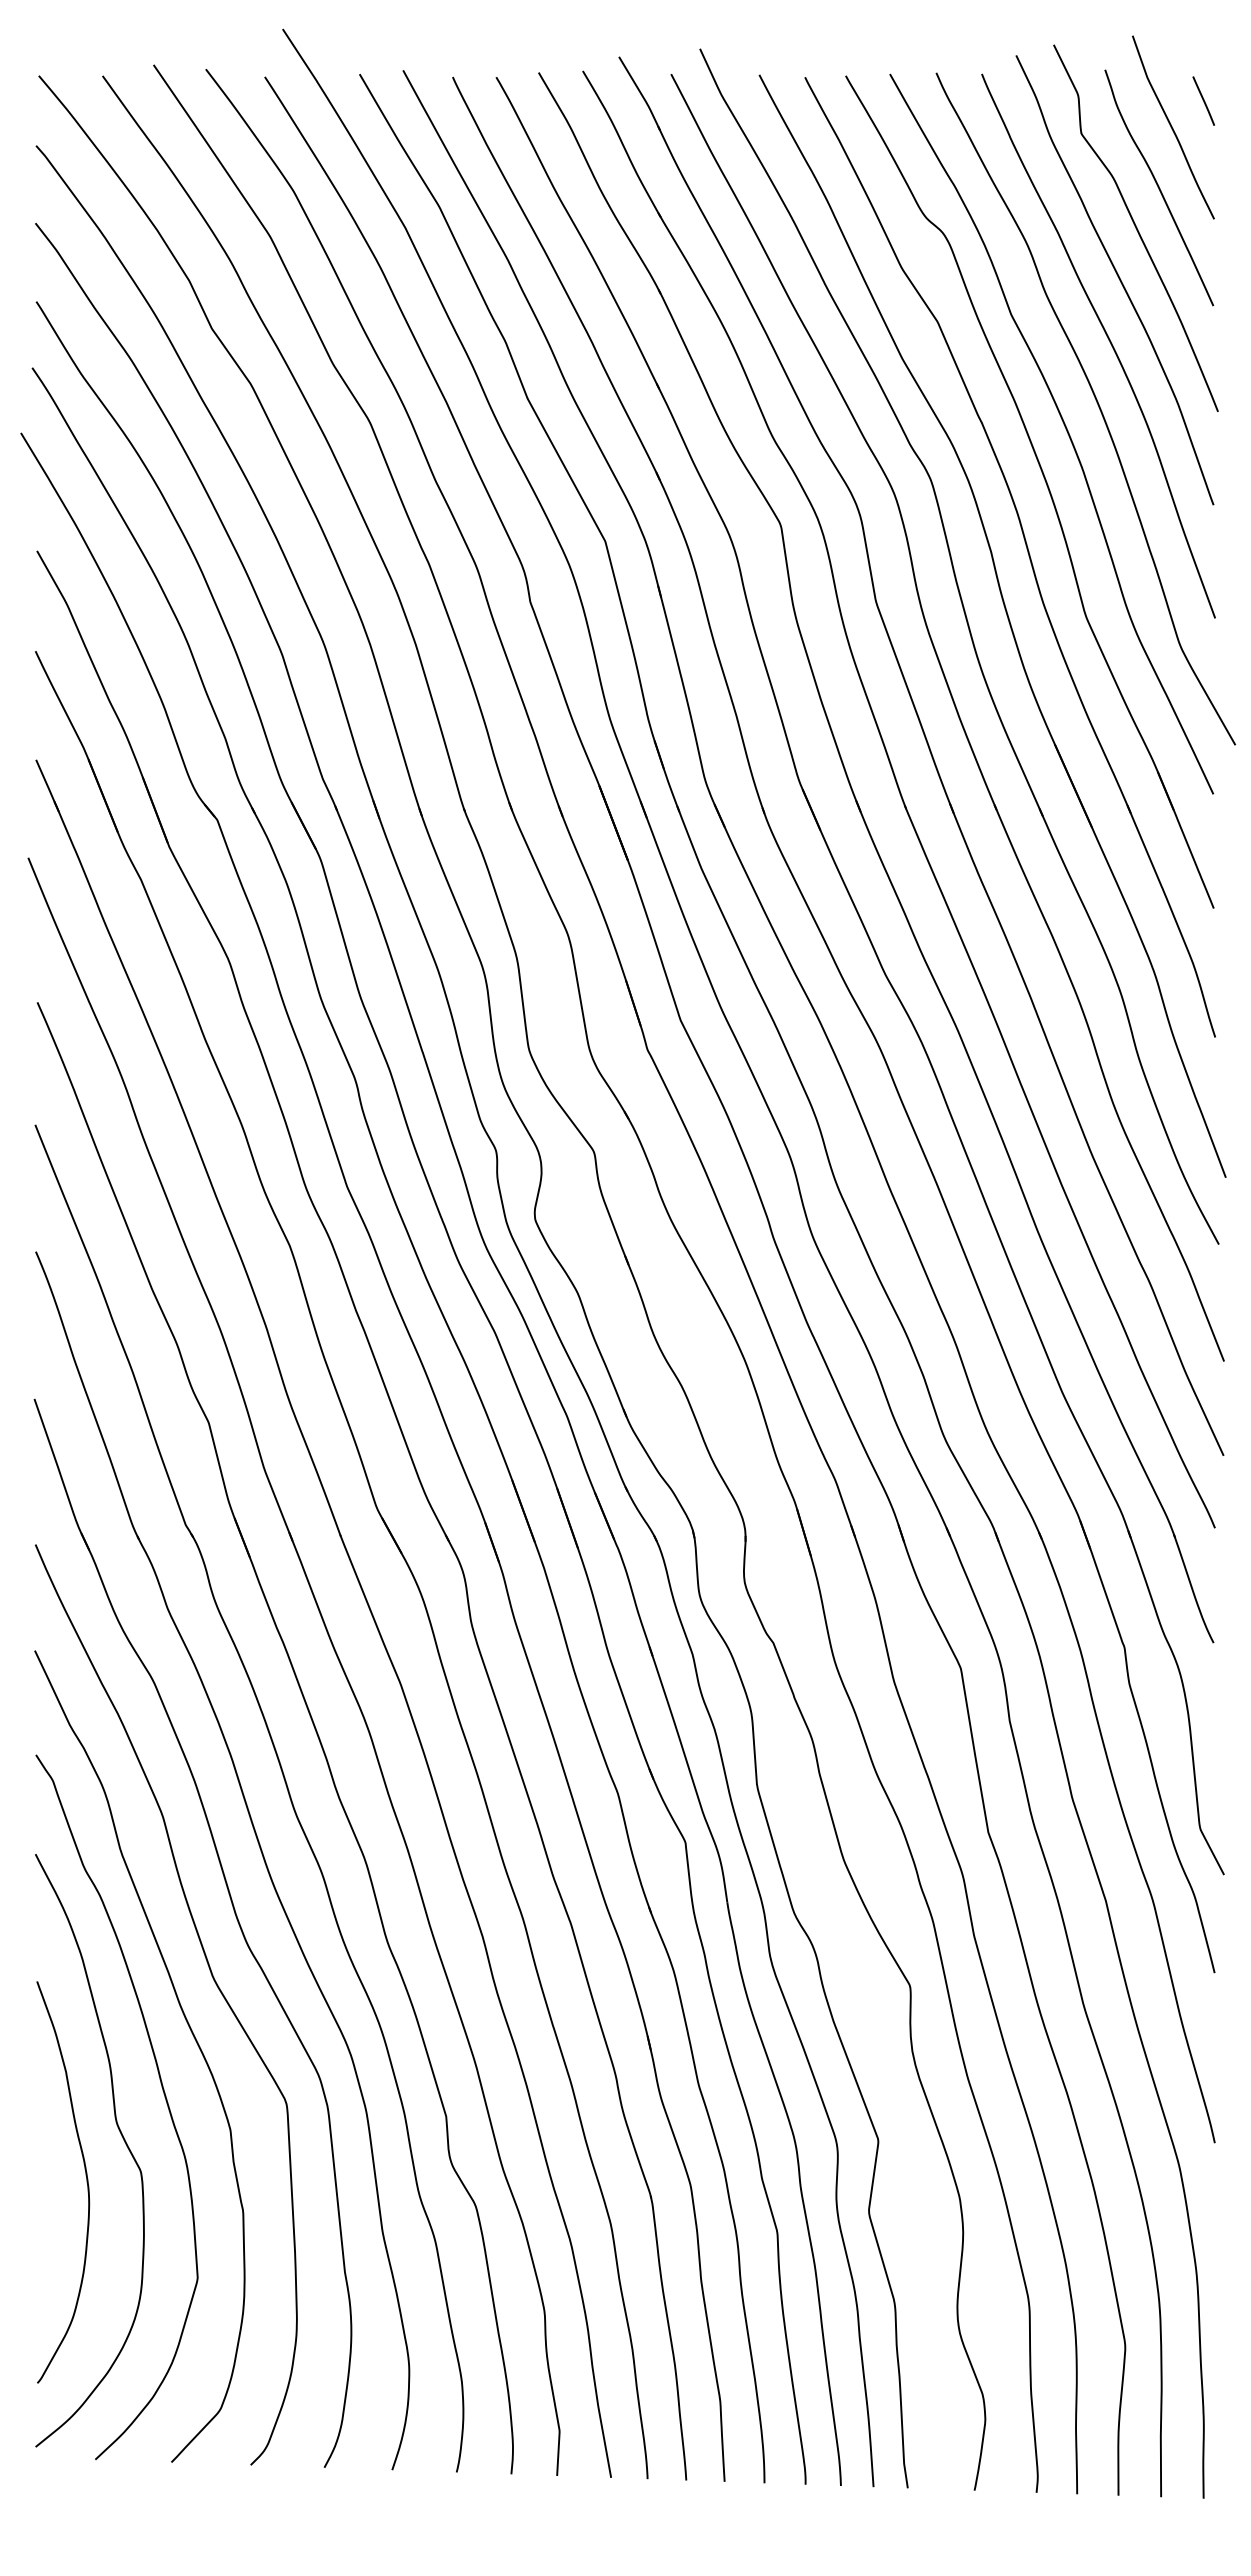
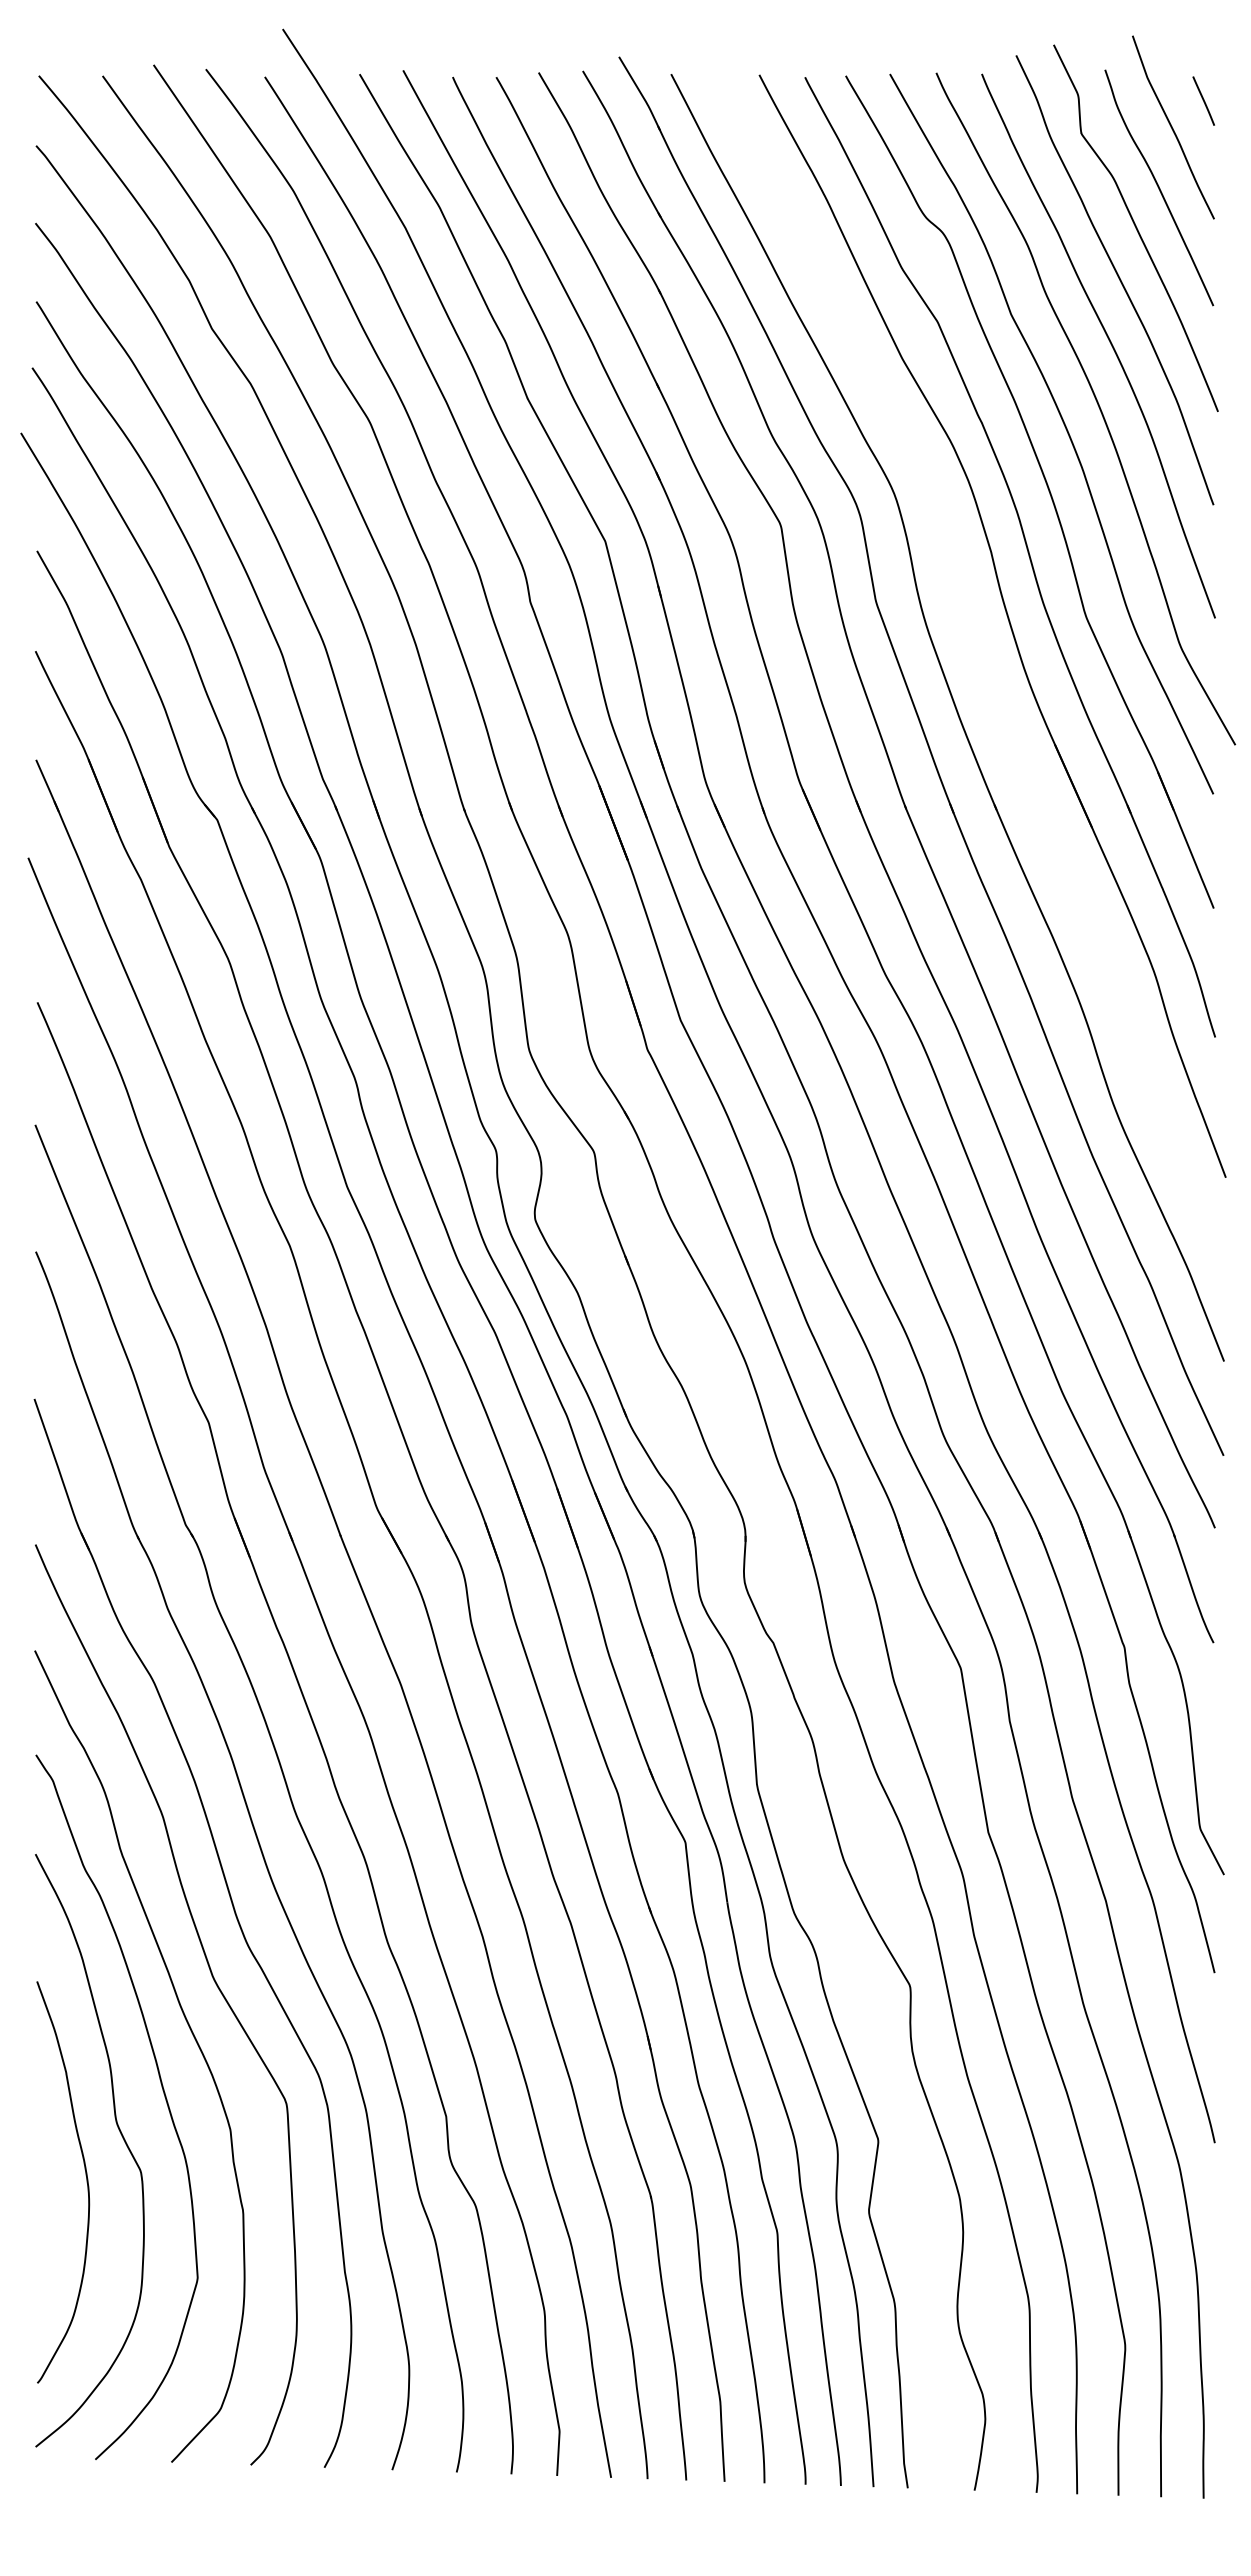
part at (971, 641): present -> none
